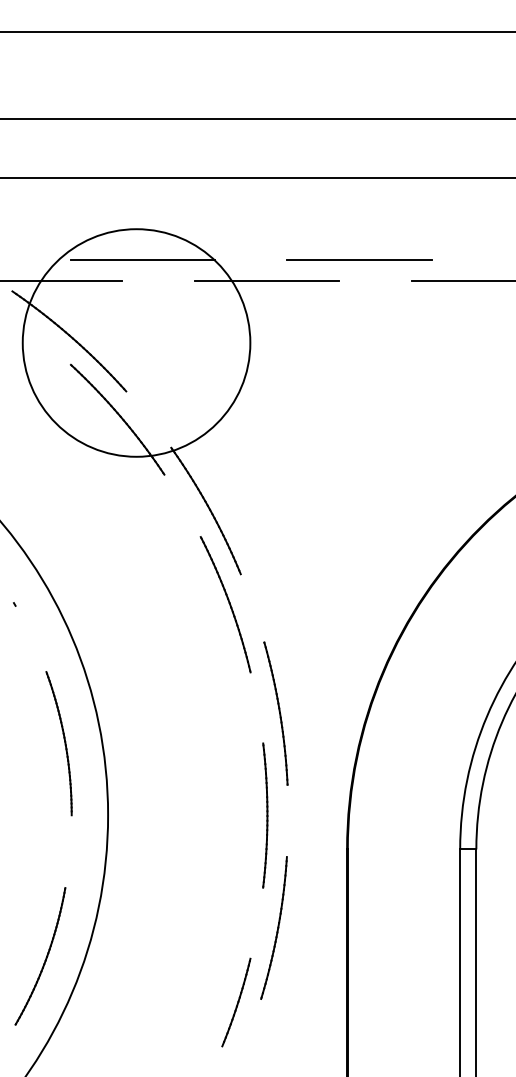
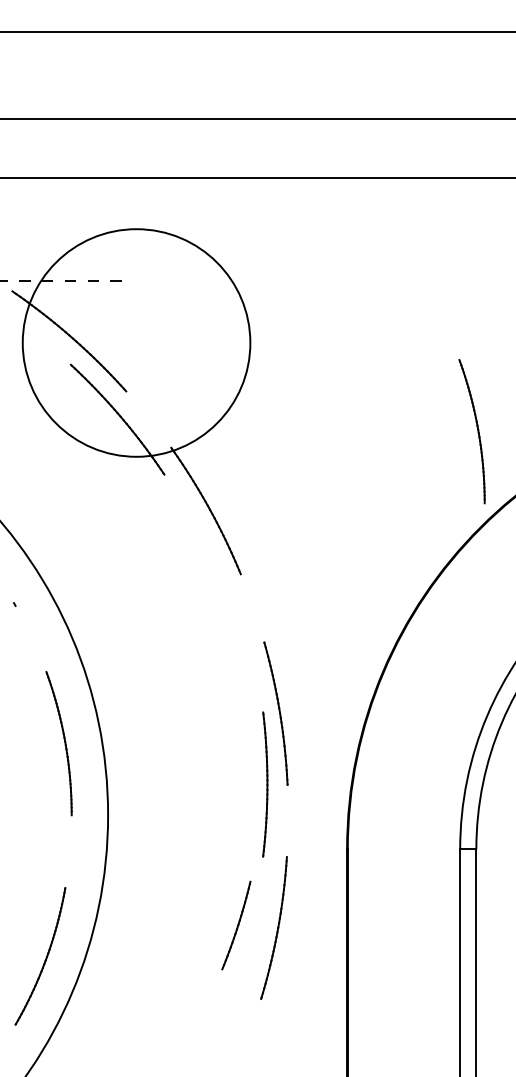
line at (142, 259): present -> none
line at (359, 259): present -> none
line at (61, 280): solid -> dashed
line at (266, 280): present -> none
line at (461, 280): present -> none
part at (471, 431): none -> present
part at (225, 604): present -> none
part at (265, 815) position: (265, 815) -> (265, 784)
part at (236, 1002) position: (236, 1002) -> (236, 925)
